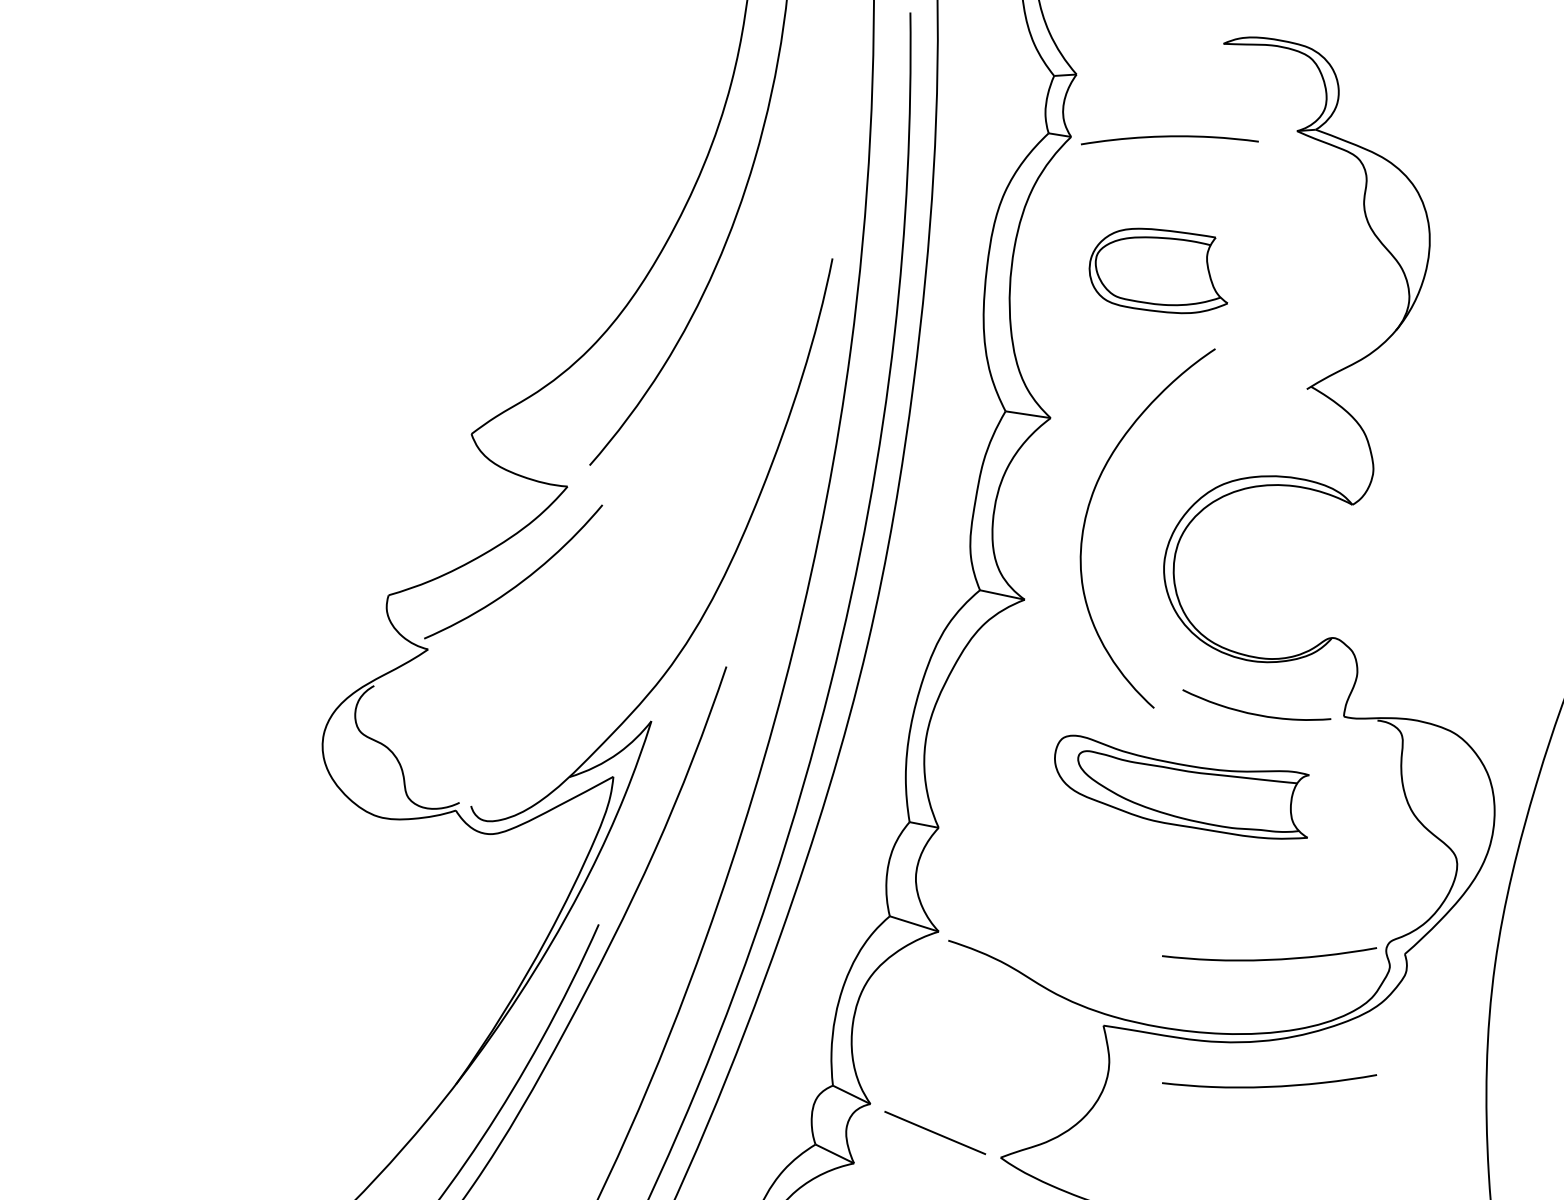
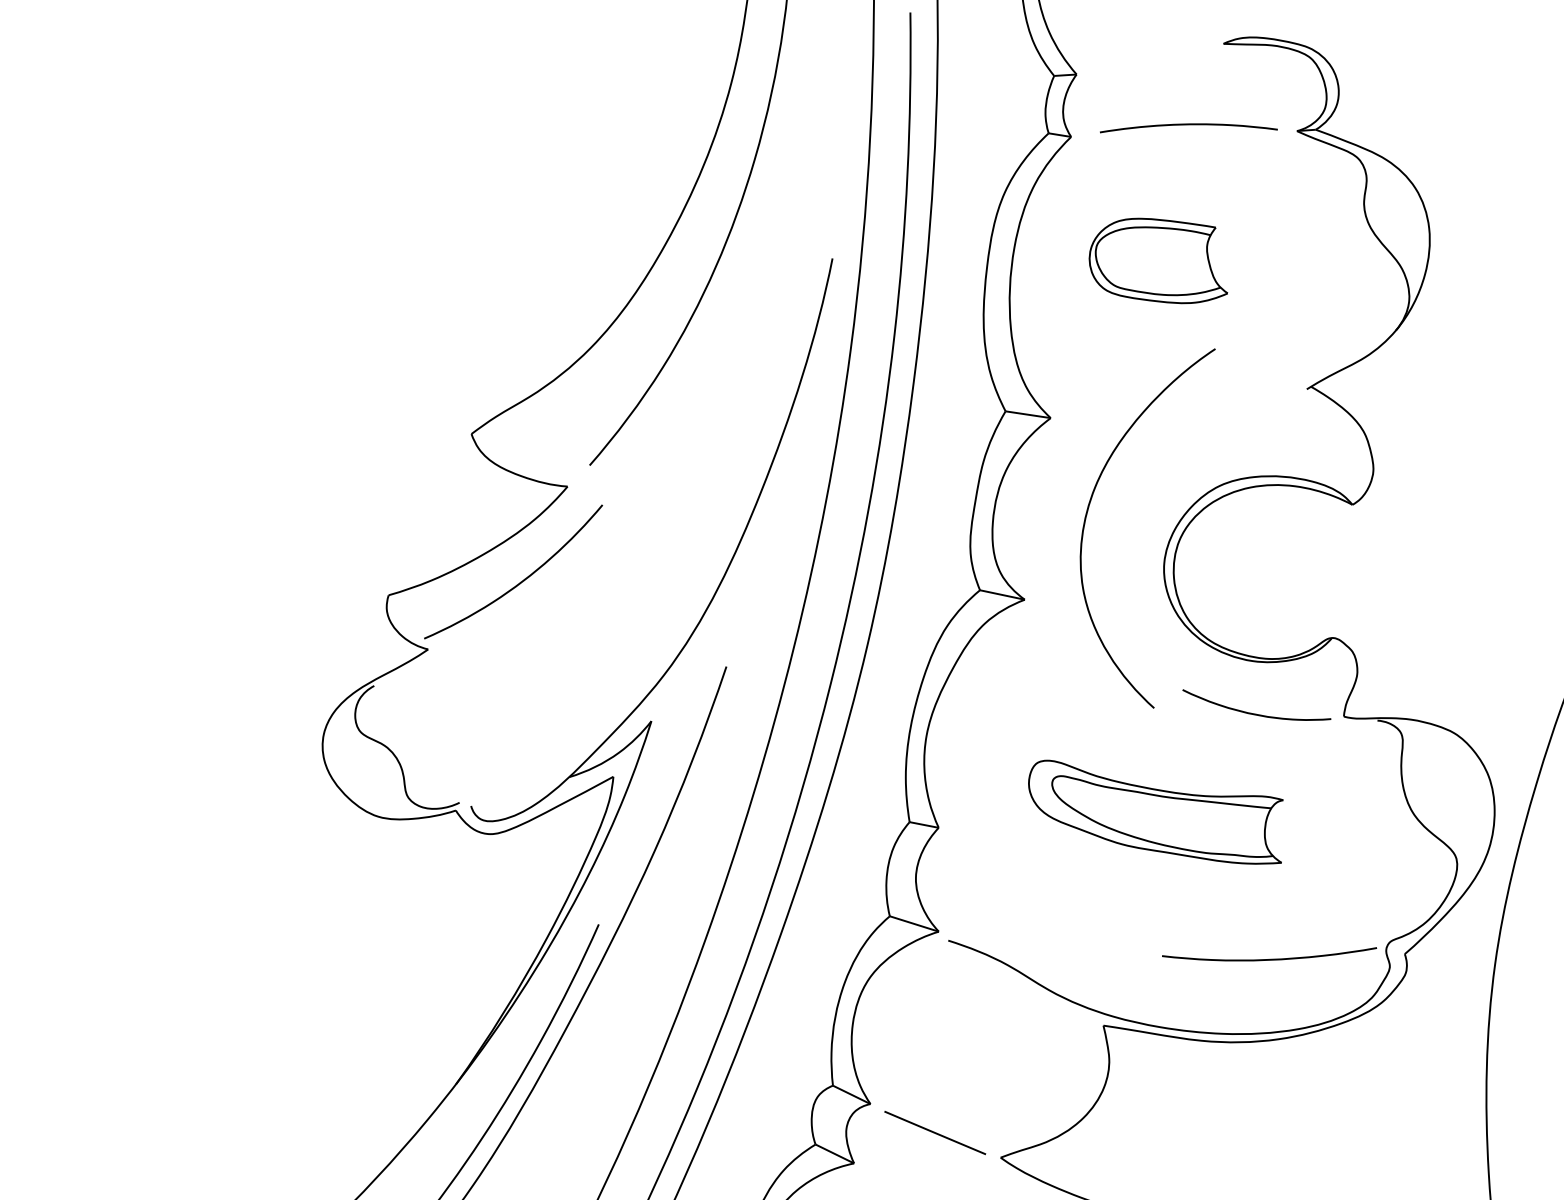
curve at (1169, 137) position: (1169, 137) -> (1188, 125)
part at (1158, 270) position: (1158, 270) -> (1158, 260)
part at (1181, 786) position: (1181, 786) -> (1155, 811)
curve at (1270, 1085): present -> none
